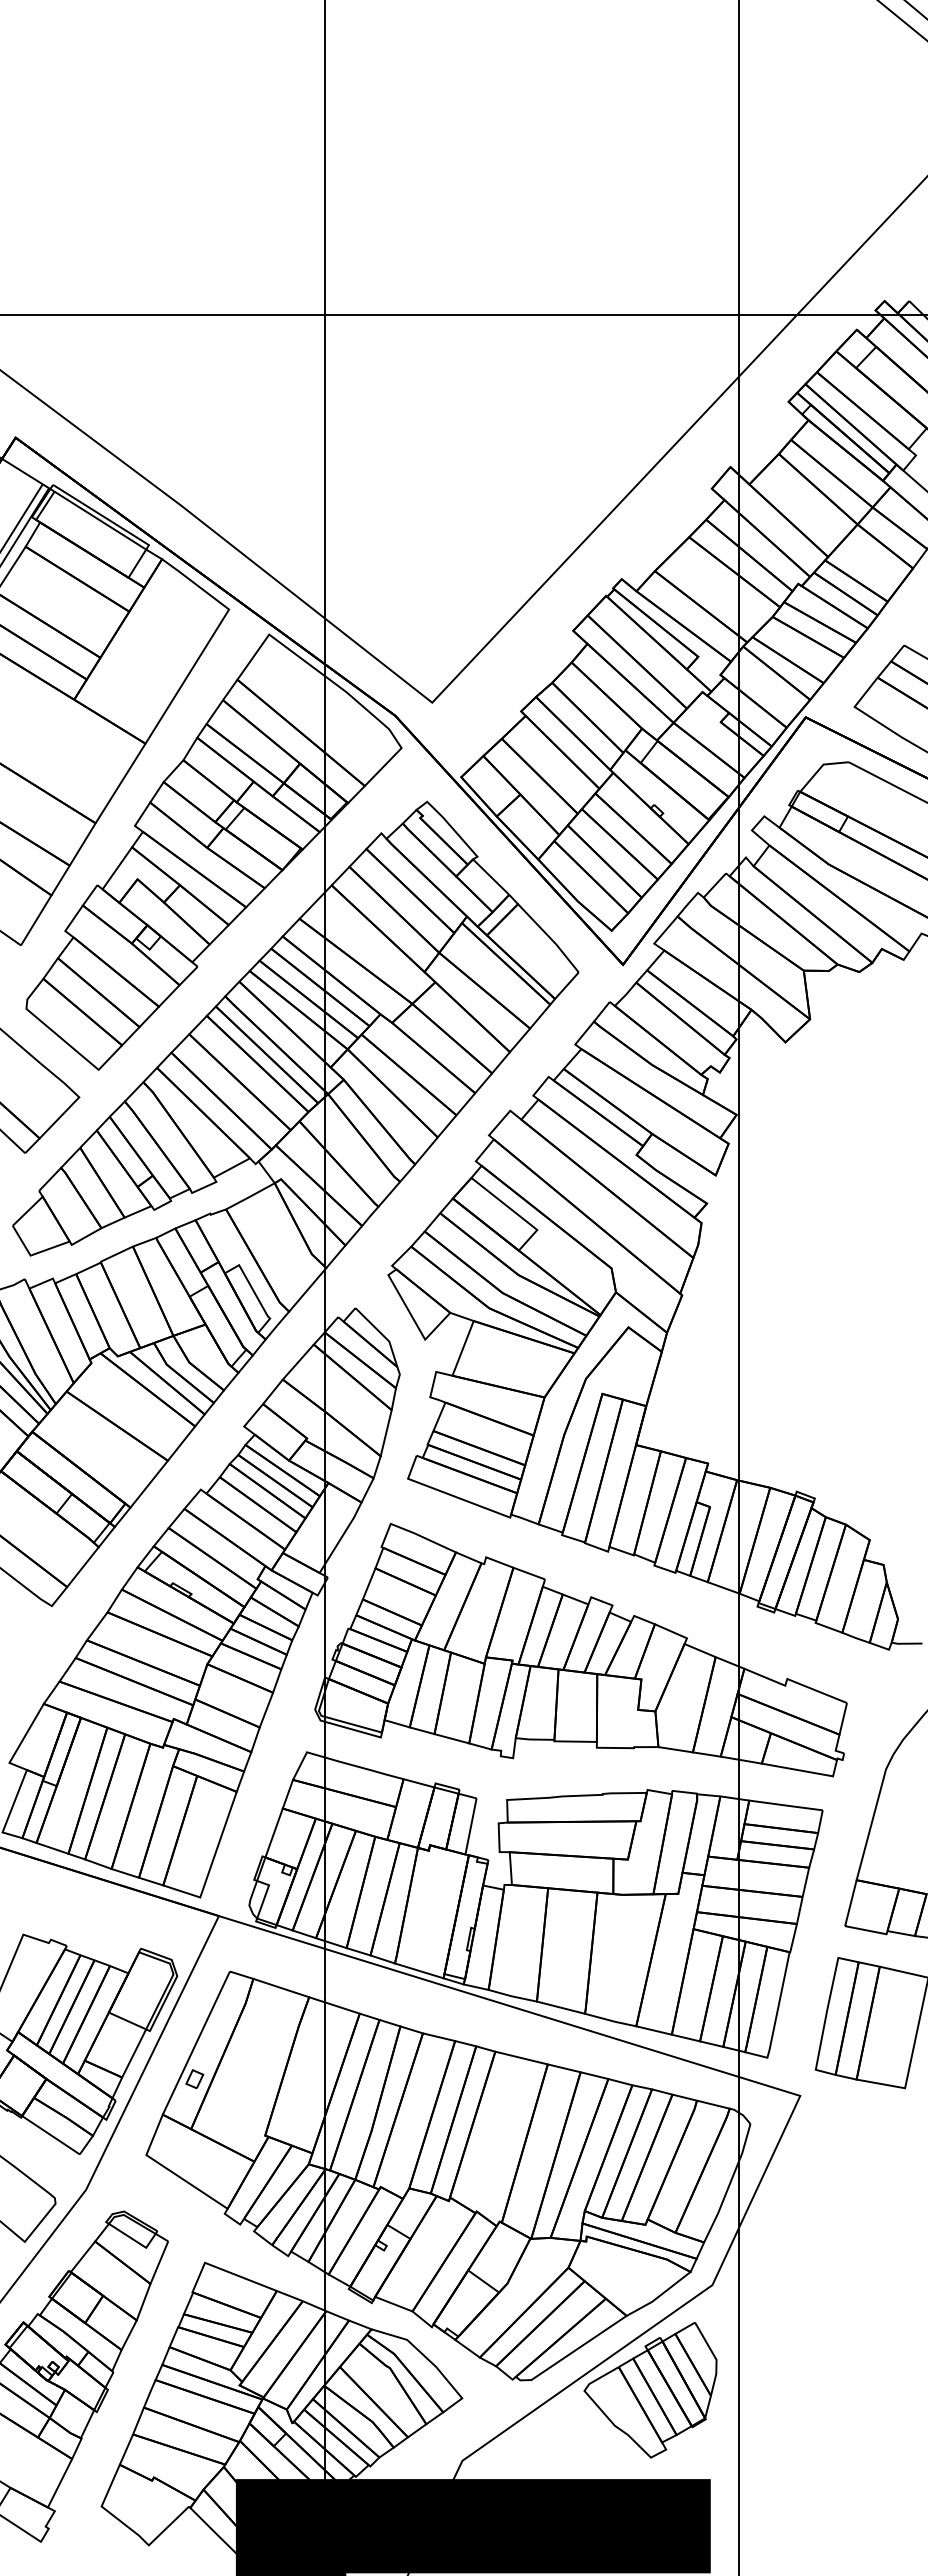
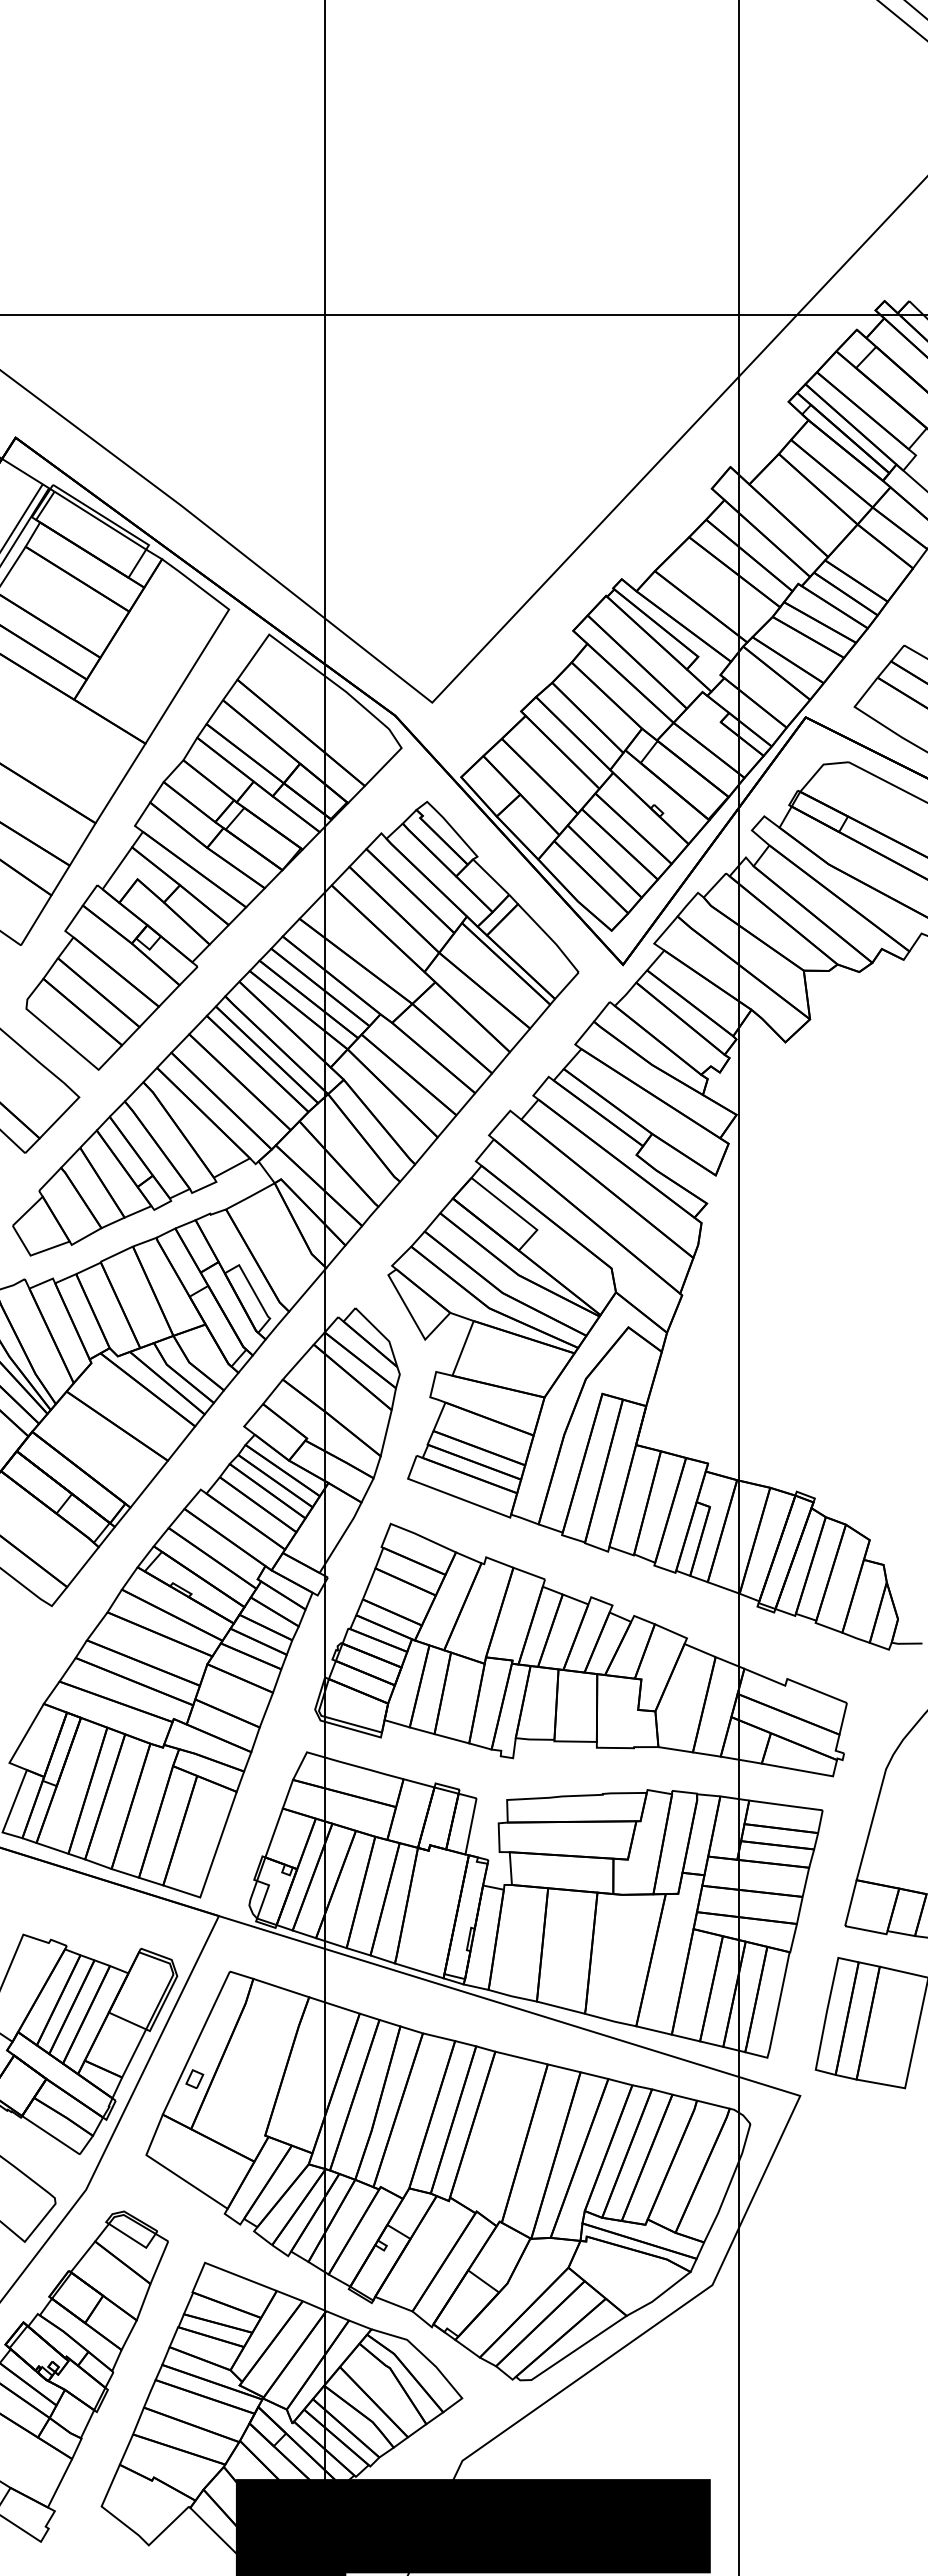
part at (650, 2390): present -> none
